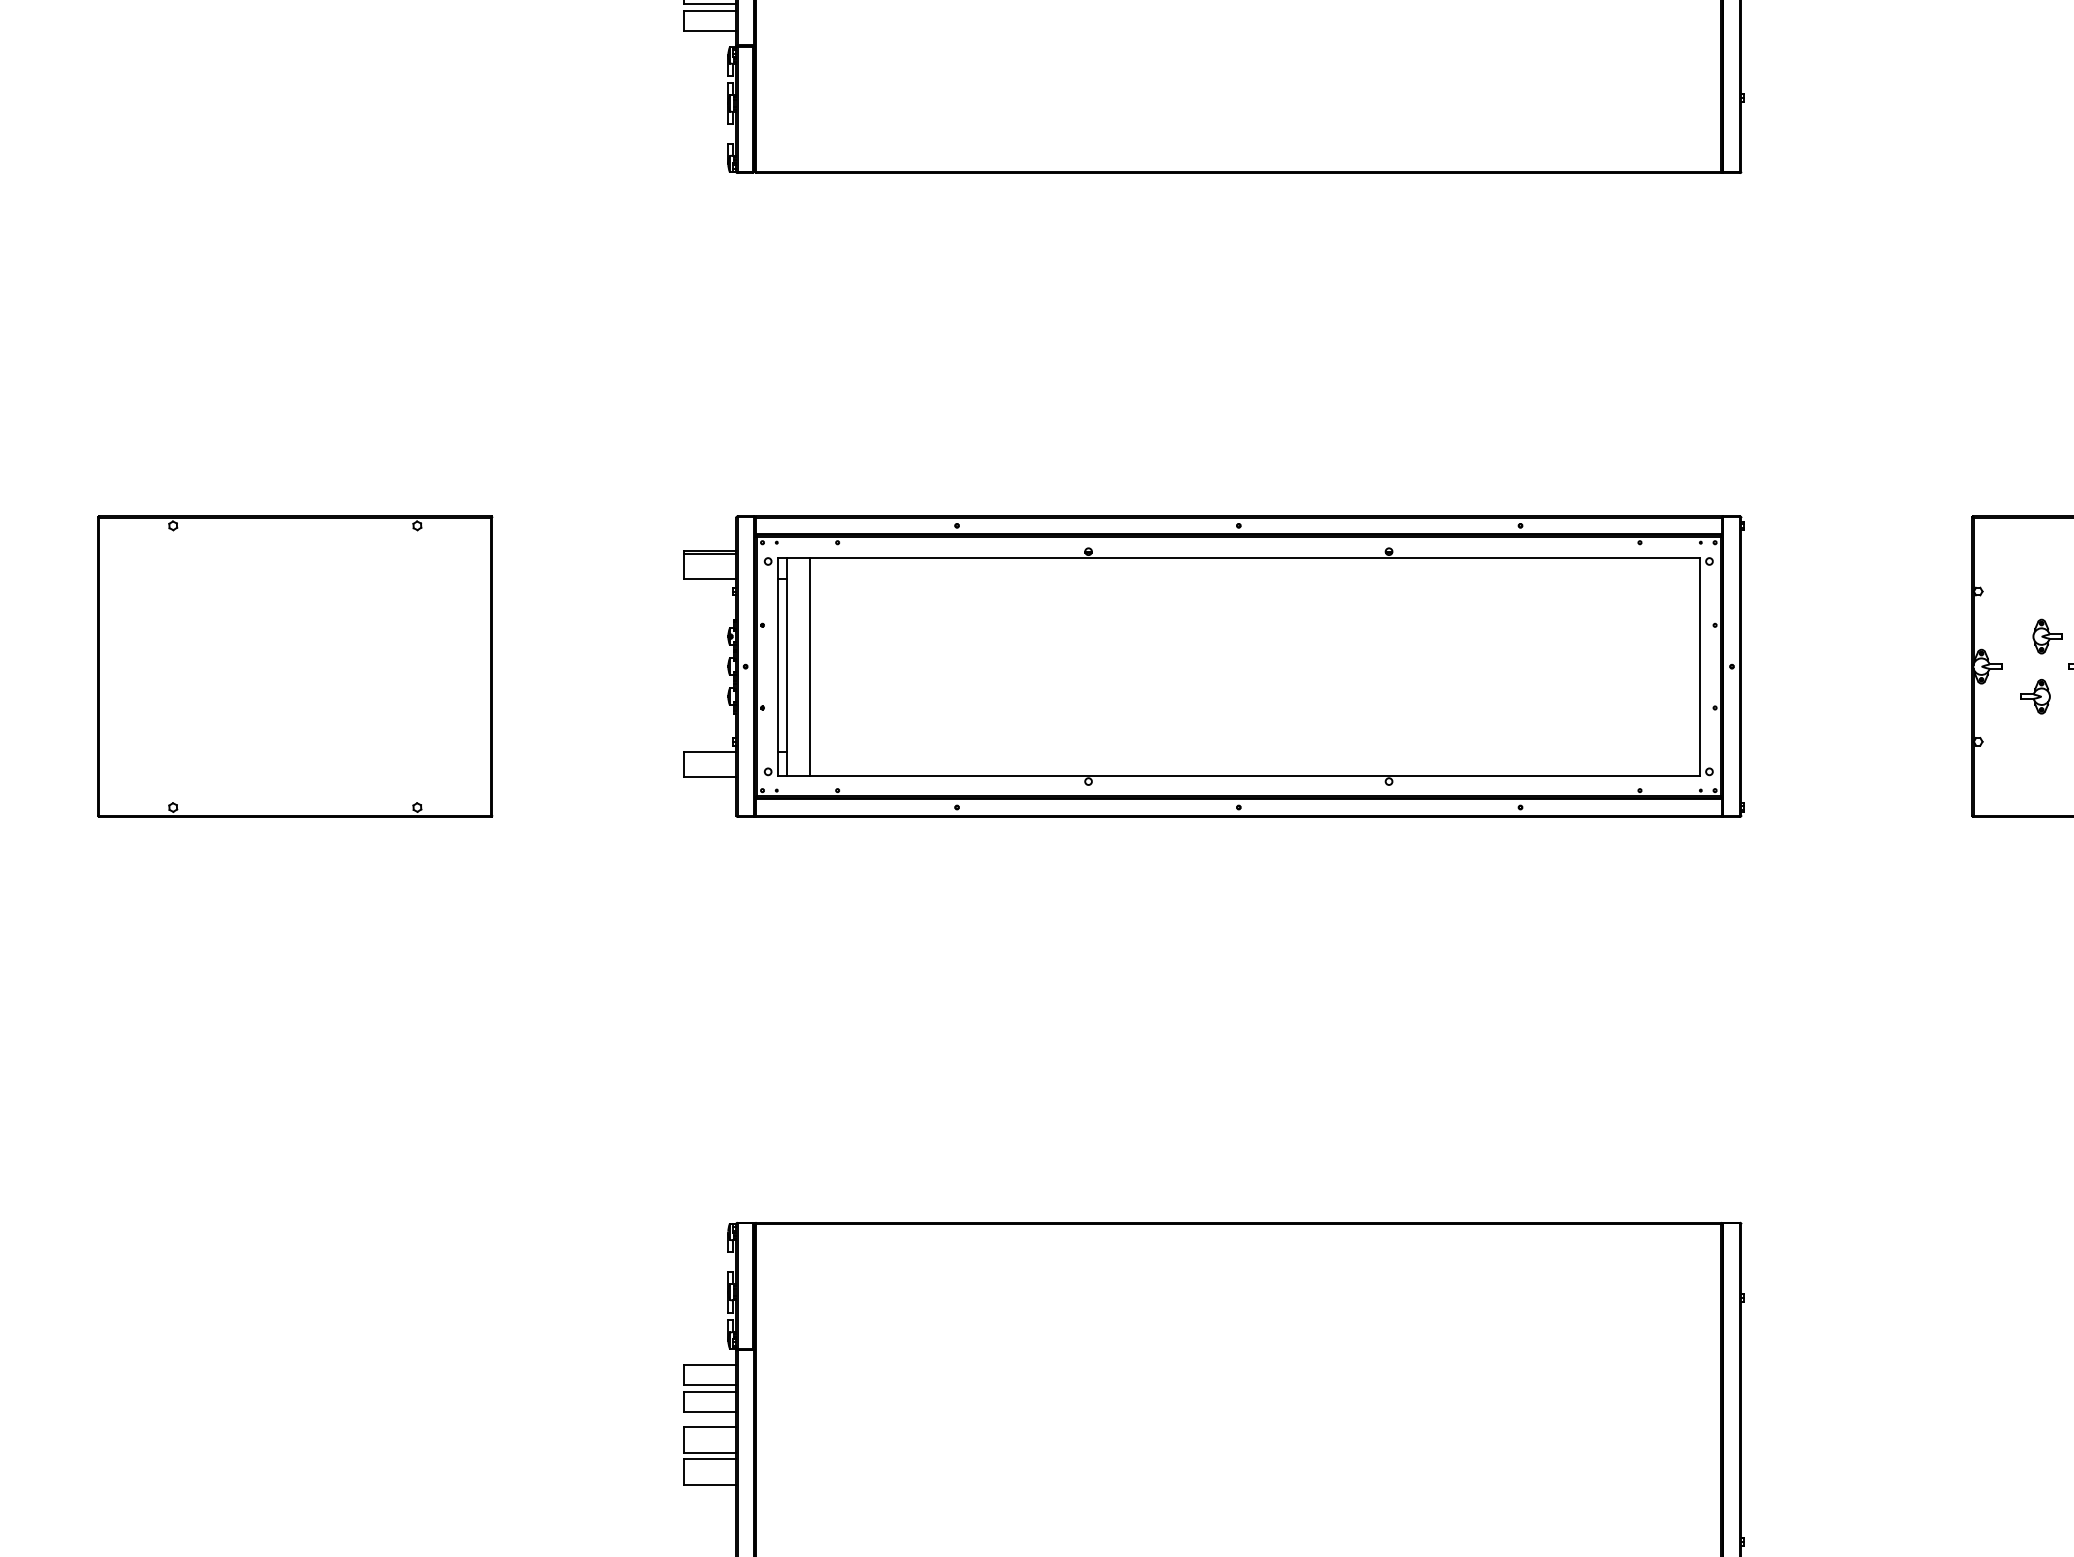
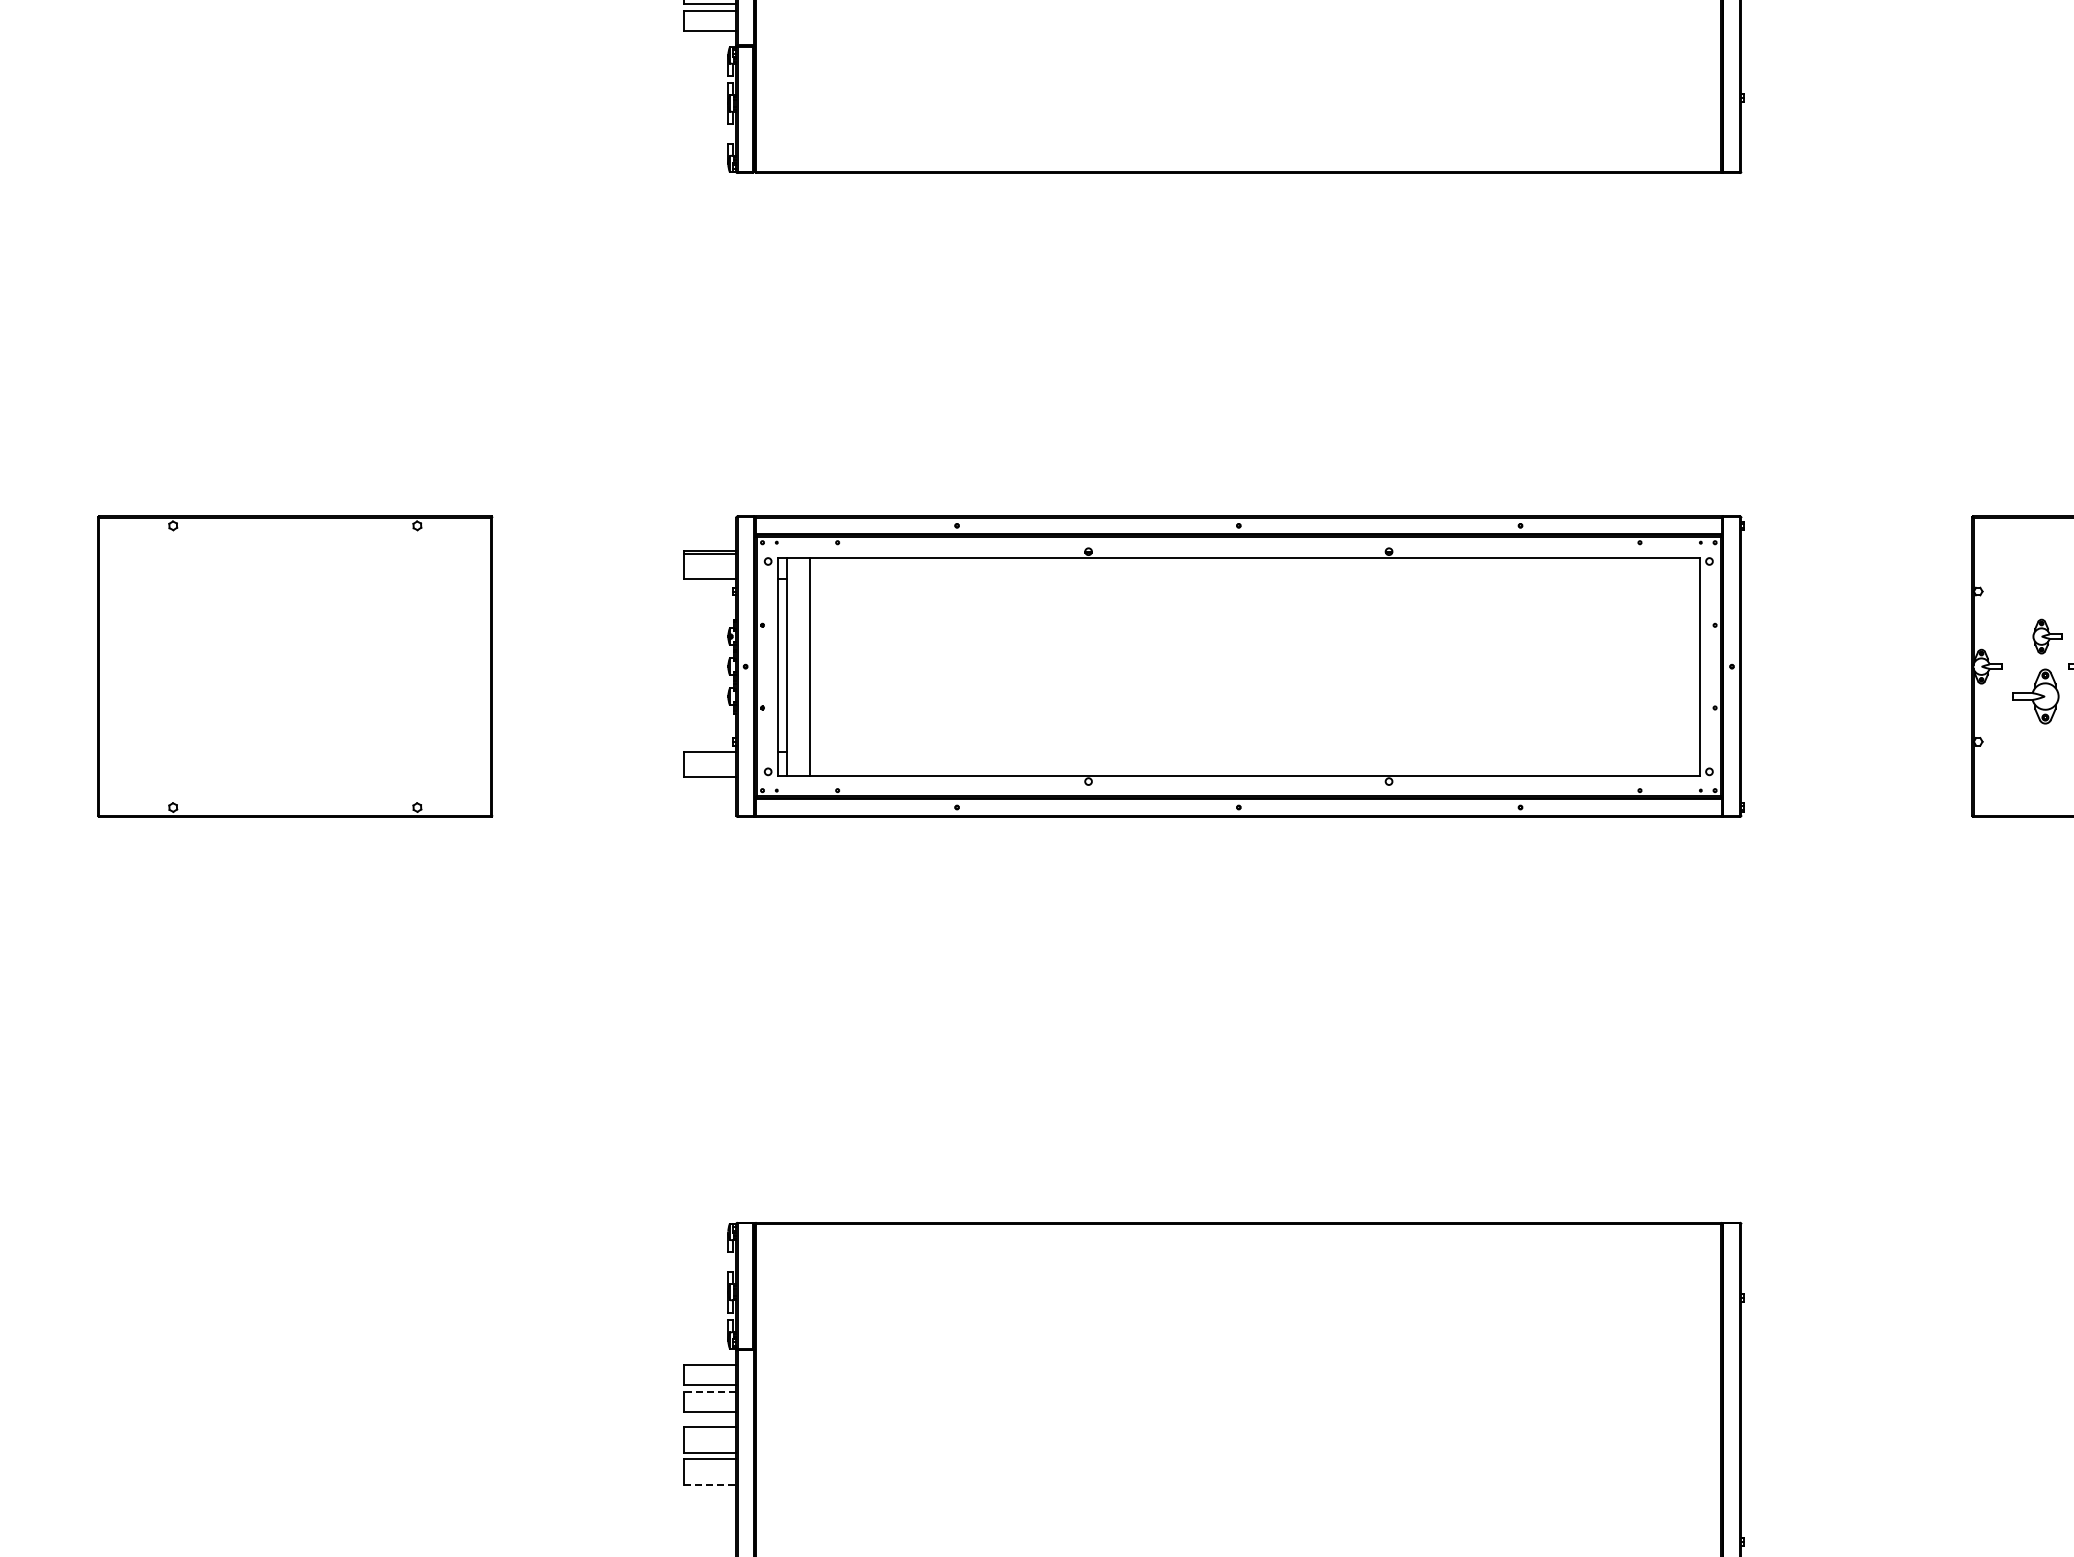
part at (2035, 696) size: 31x36 px -> 48x57 px
line at (710, 1391): solid -> dashed
line at (710, 1484): solid -> dashed
